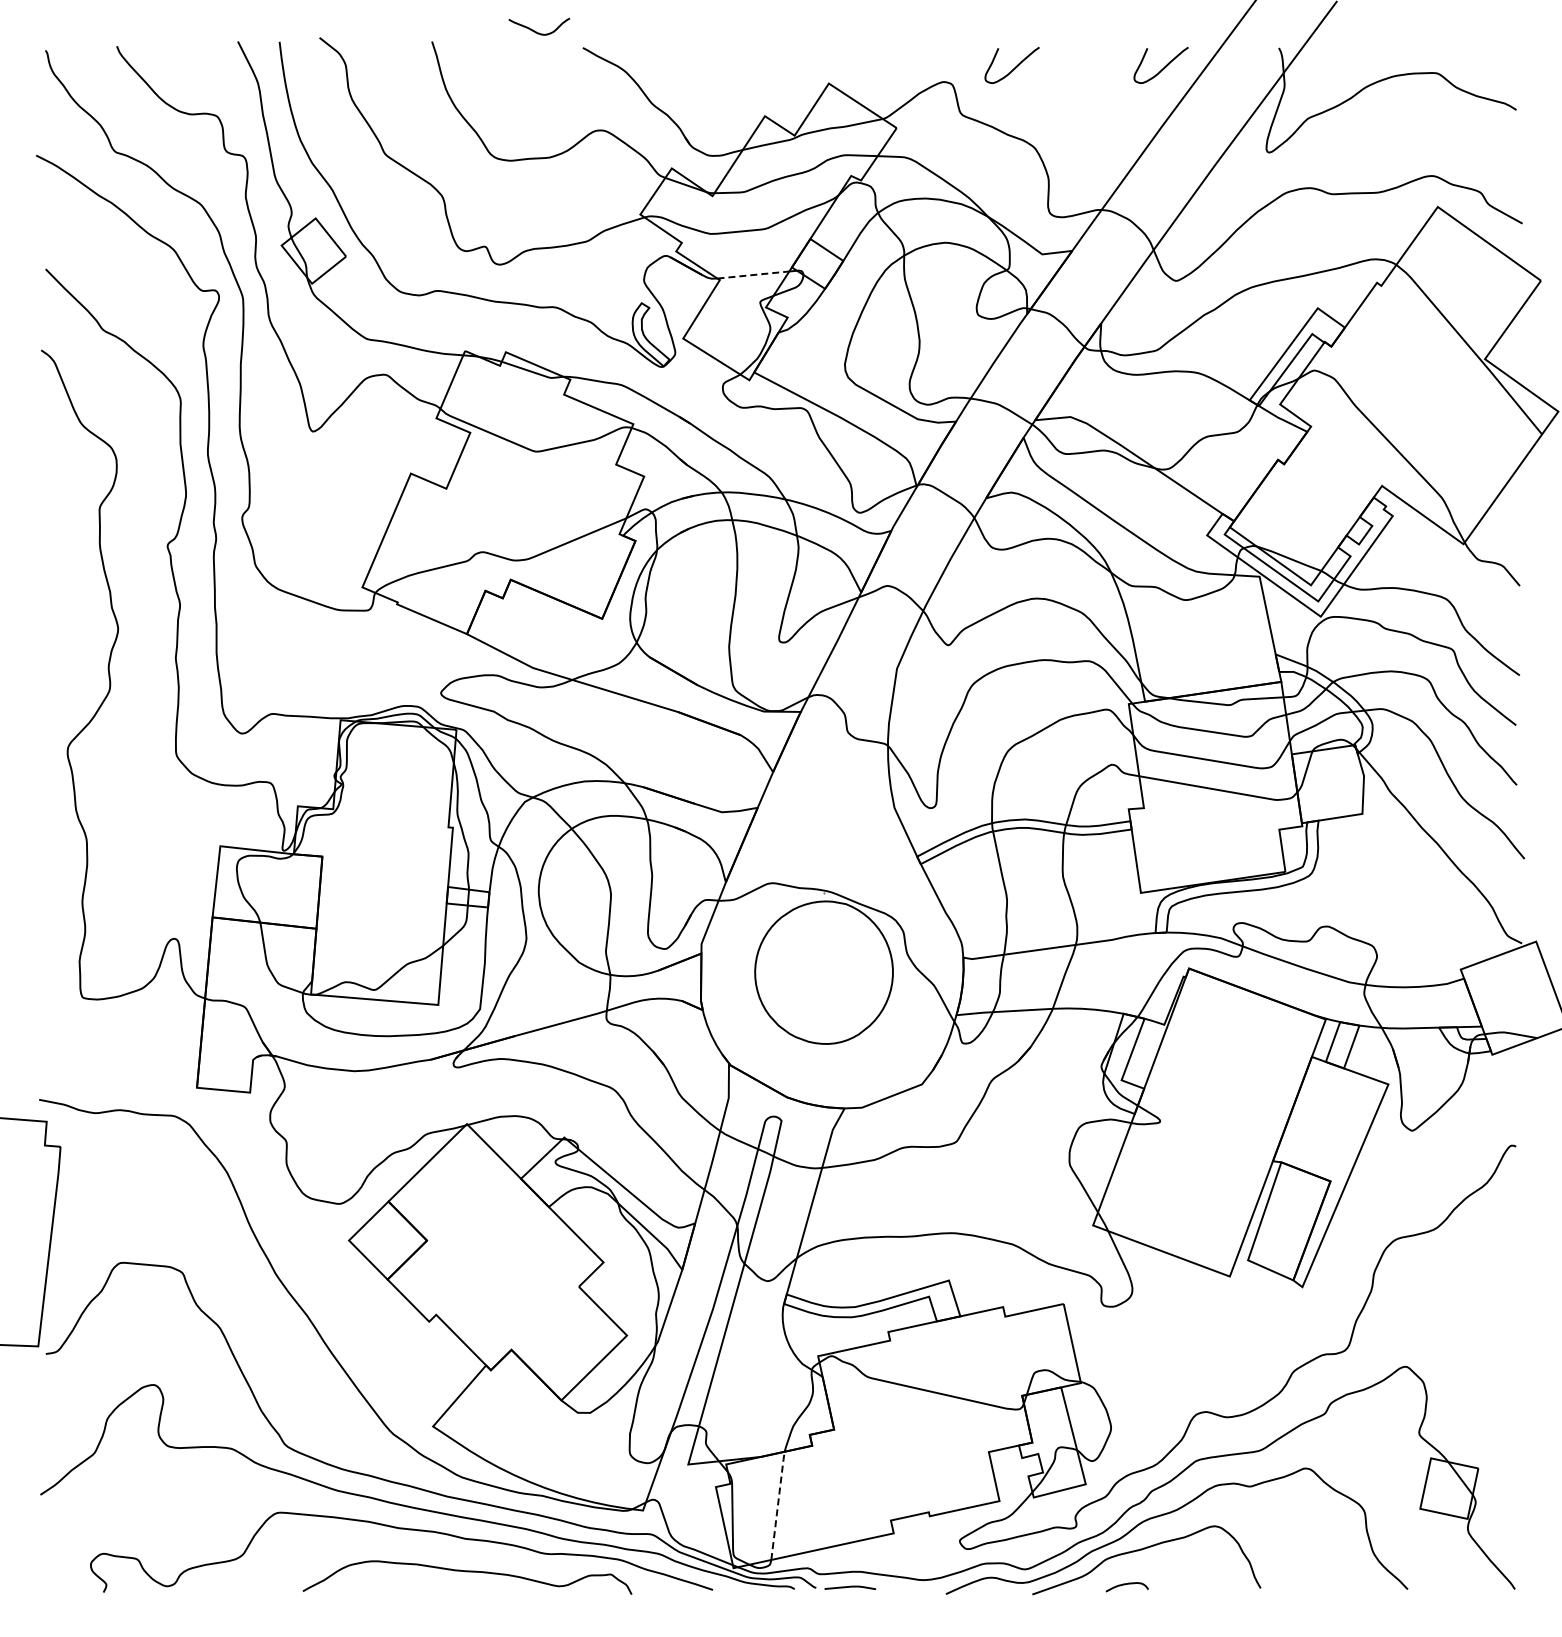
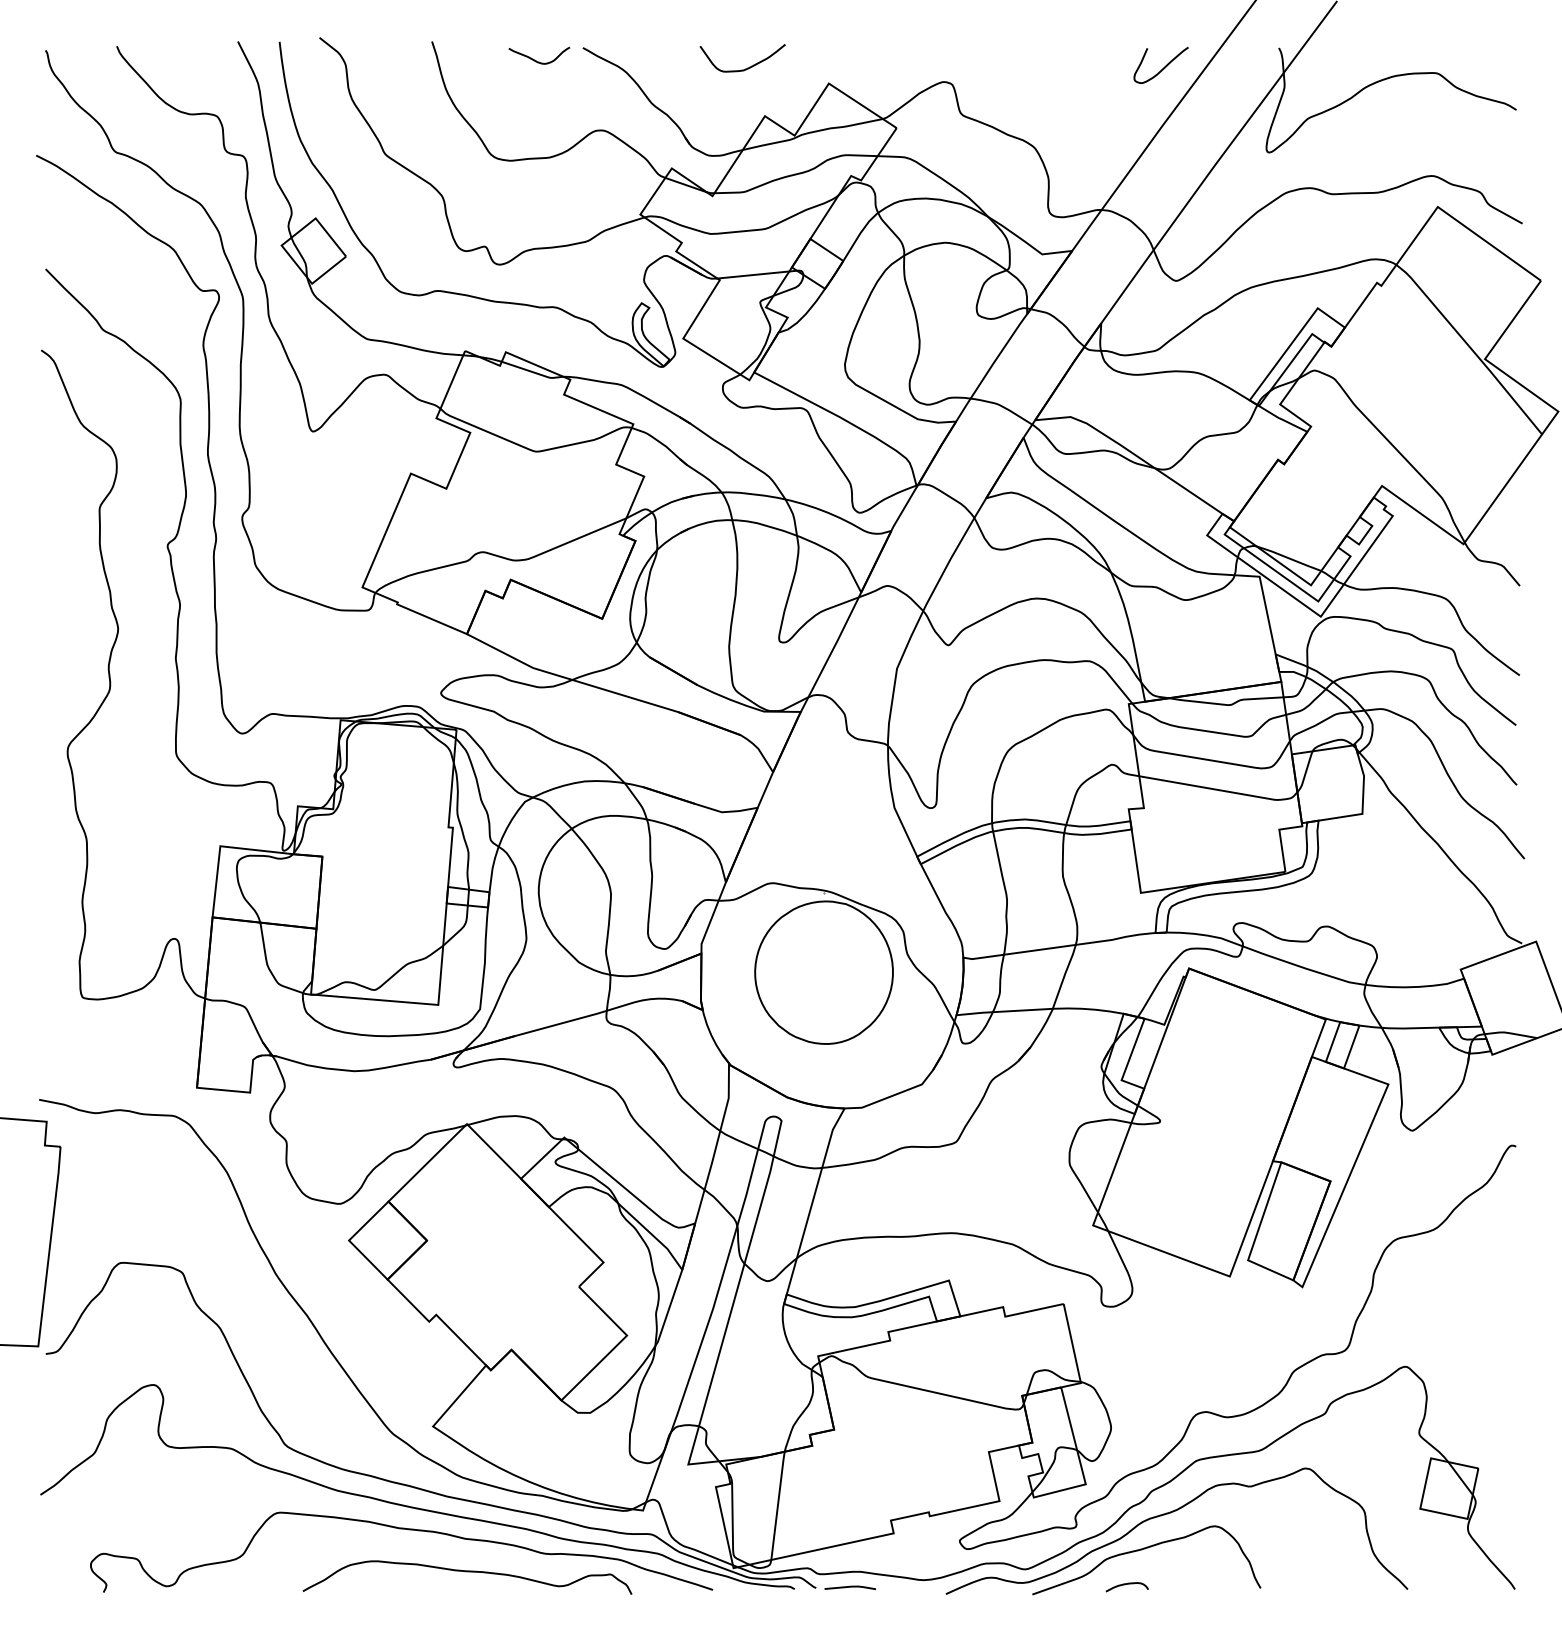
curve at (536, 31) position: (536, 31) -> (536, 60)
curve at (747, 67): none -> present
curve at (1014, 67): present -> none
line at (753, 274): dashed -> solid
line at (778, 1504): dashed -> solid
